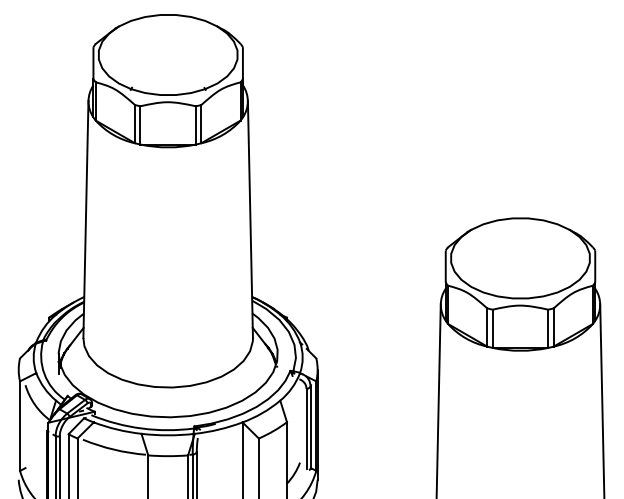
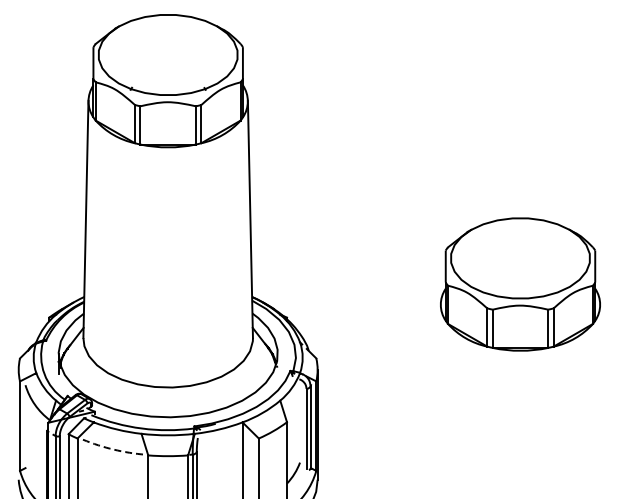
line at (438, 399): present -> none
line at (602, 399): present -> none
arc at (113, 449): solid -> dashed
